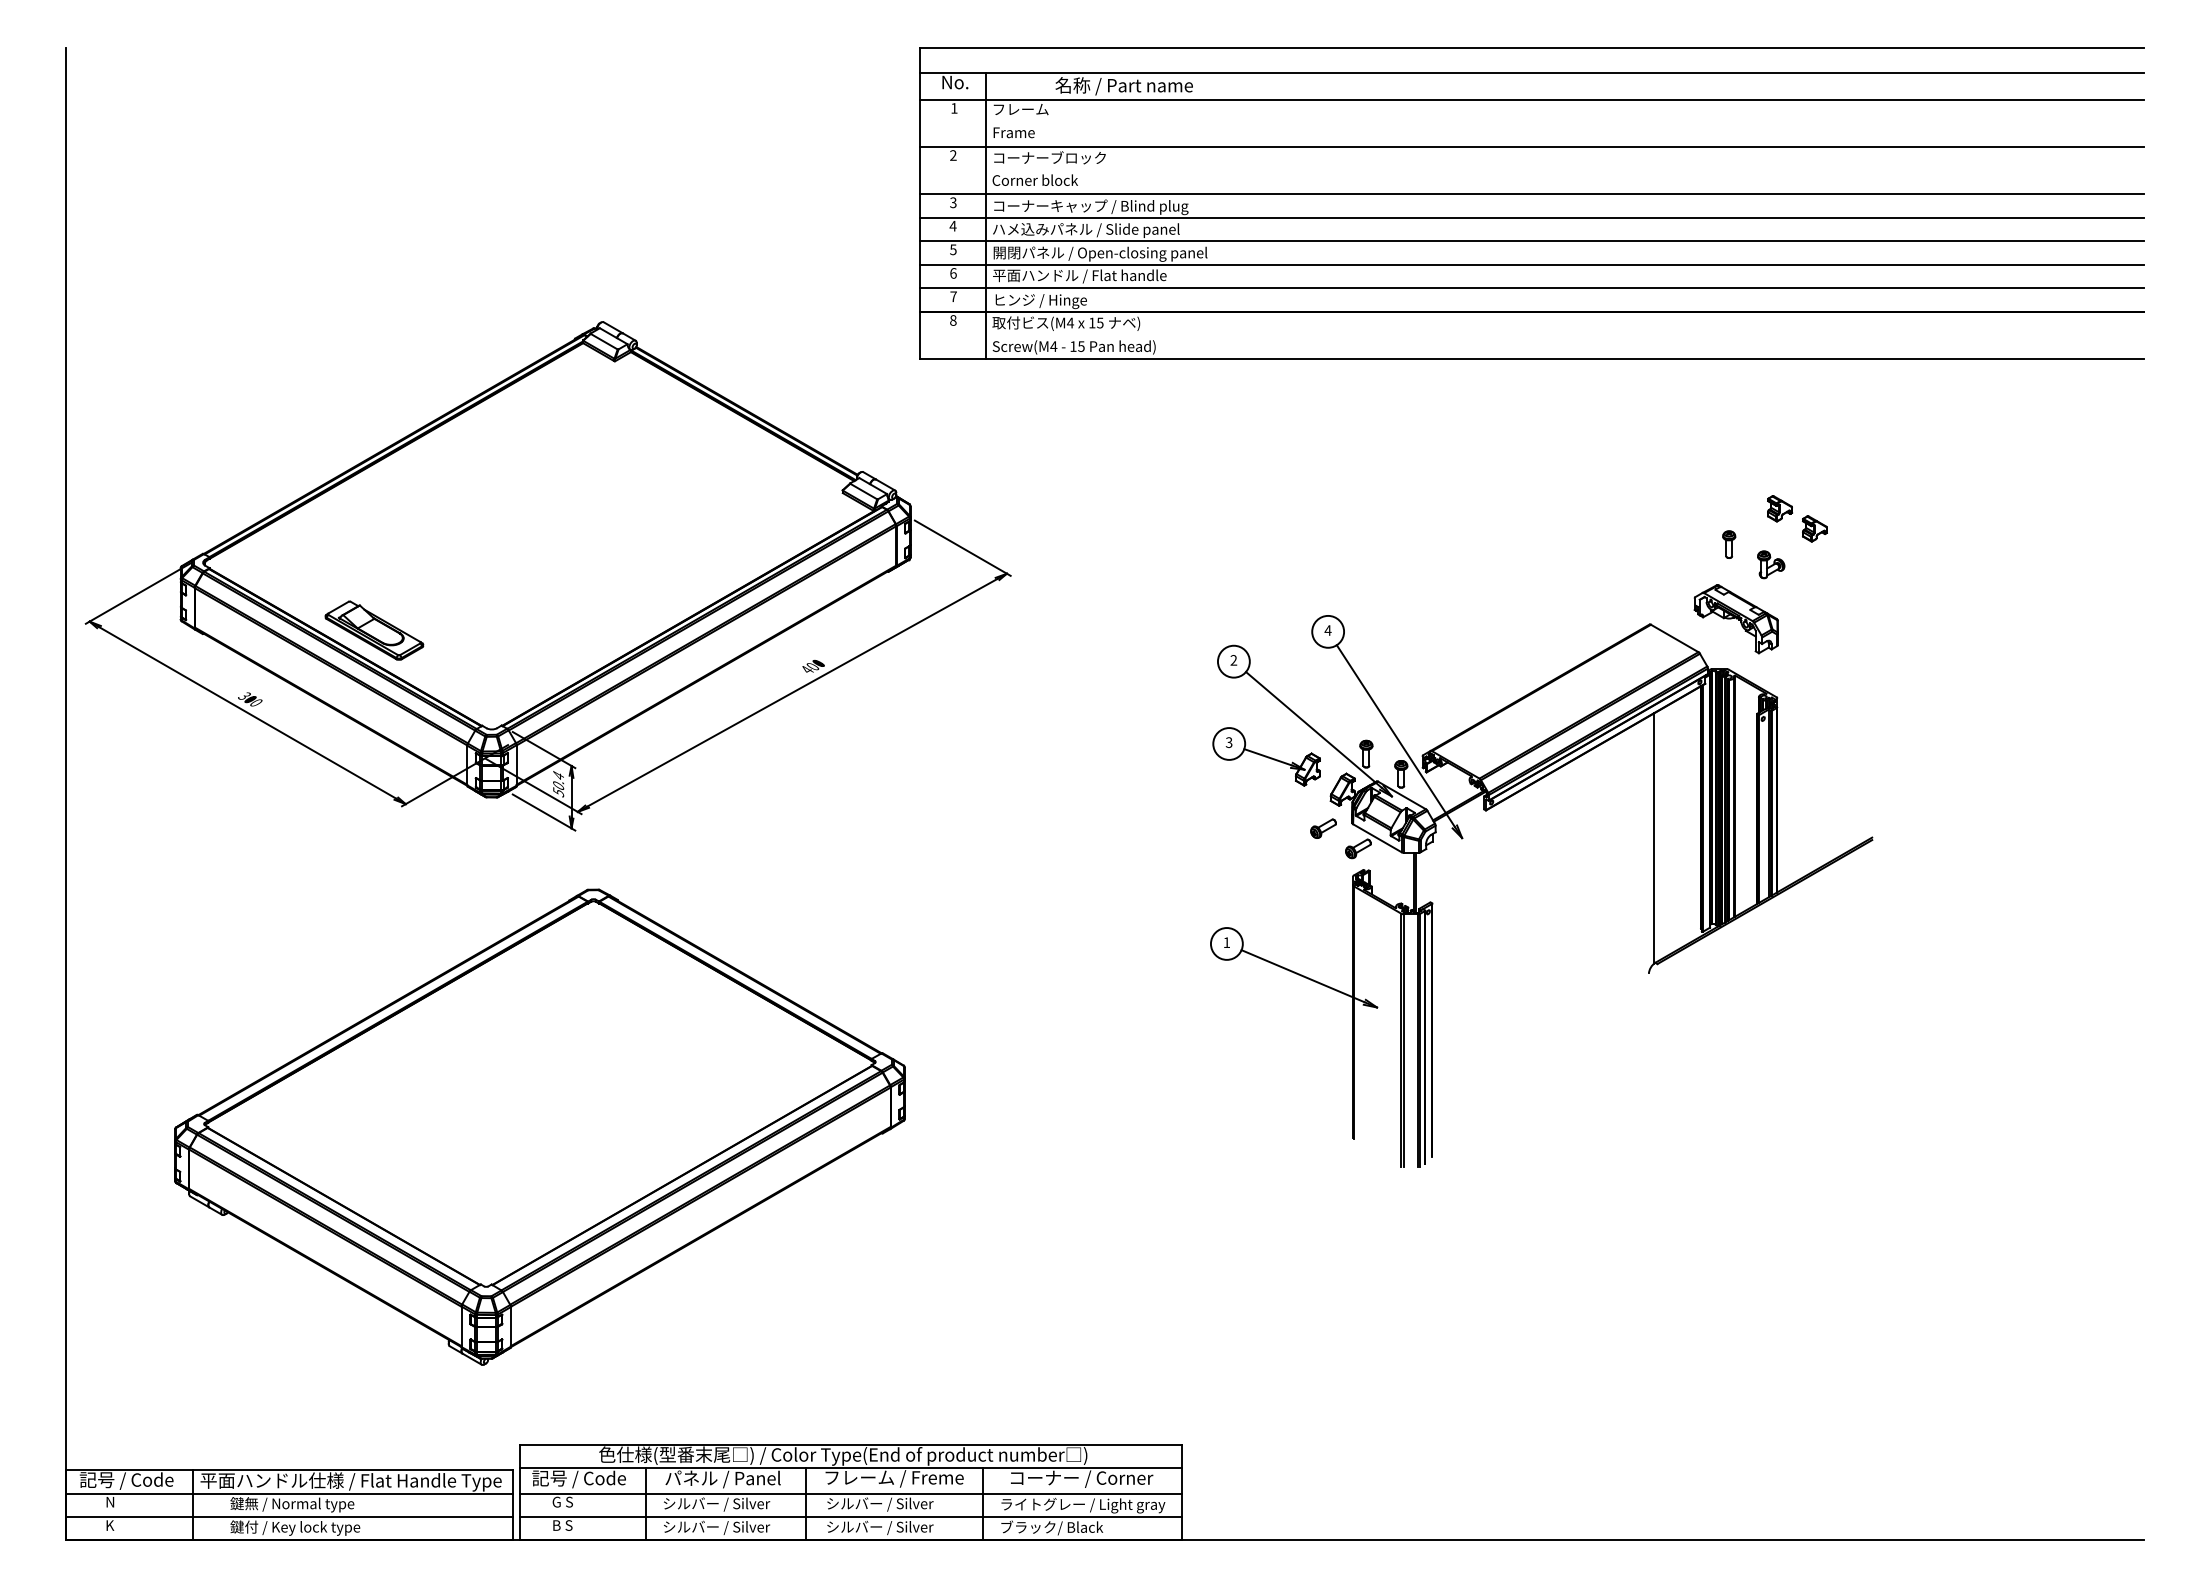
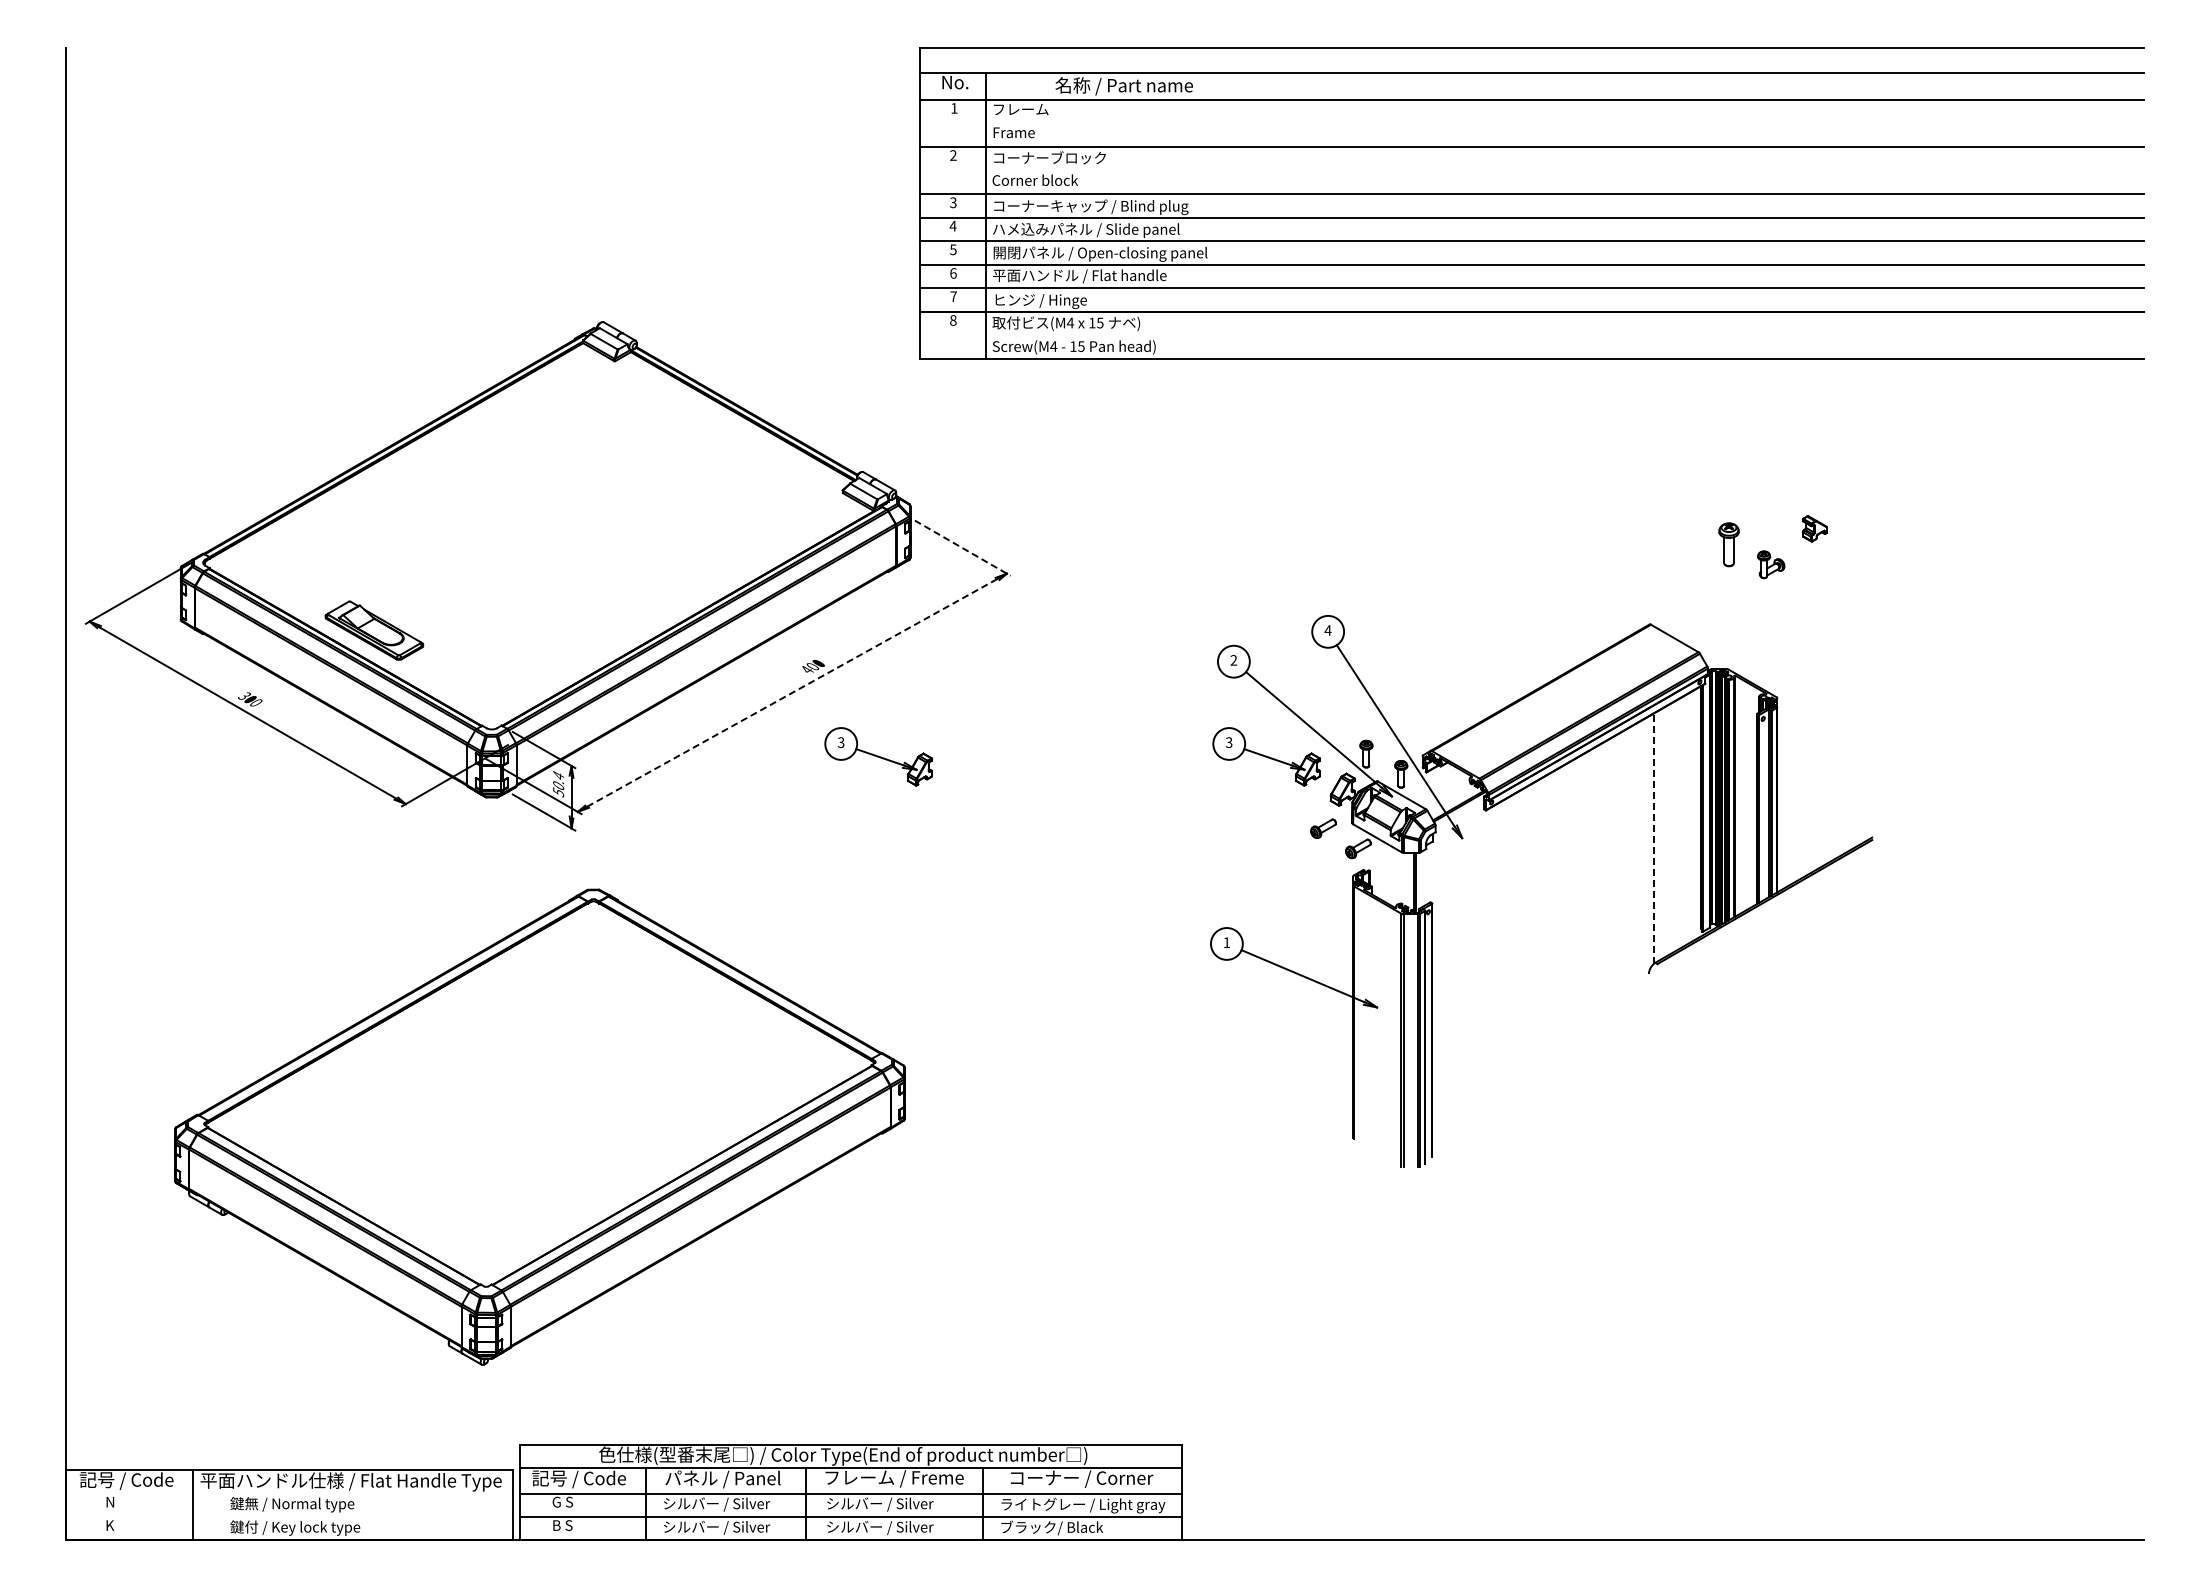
part at (1779, 508): present -> none
part at (1729, 544) size: 15x29 px -> 22x46 px
line at (963, 548): solid -> dashed
part at (1735, 619): present -> none
line at (792, 692): solid -> dashed
part at (878, 756): none -> present
line at (1654, 837): solid -> dashed
line at (289, 1493): present -> none
line at (289, 1517): present -> none
